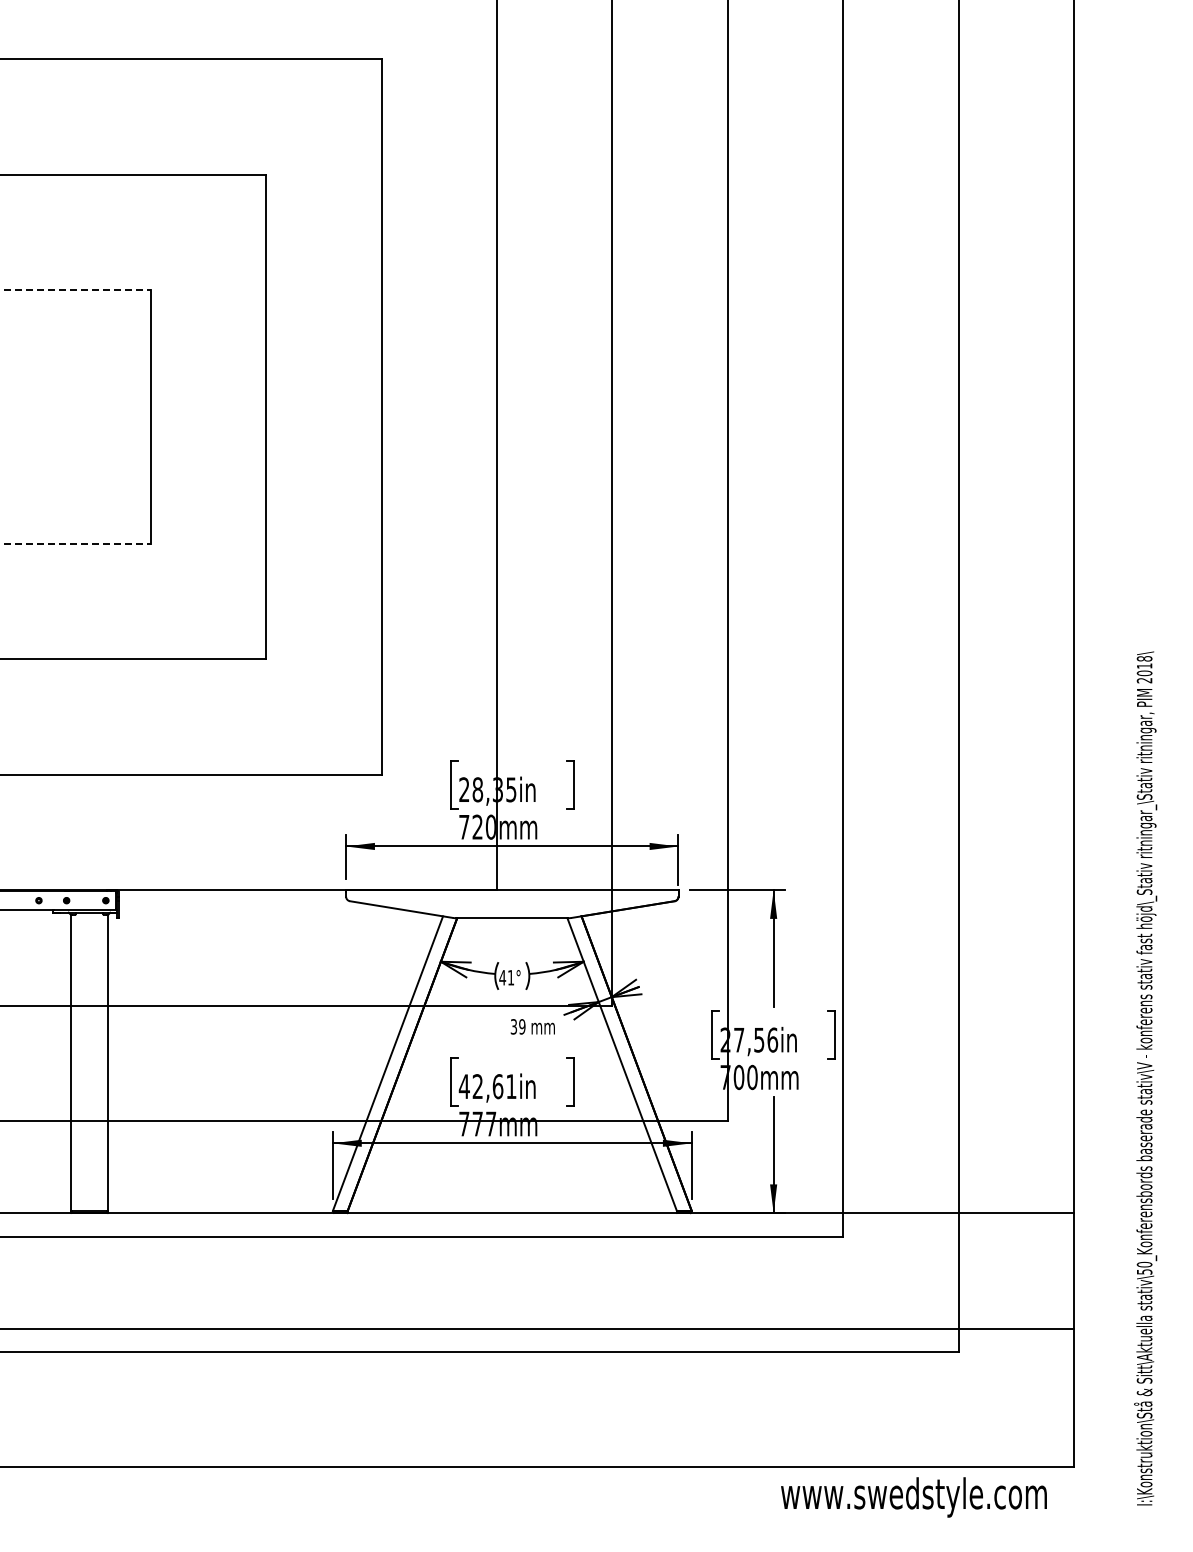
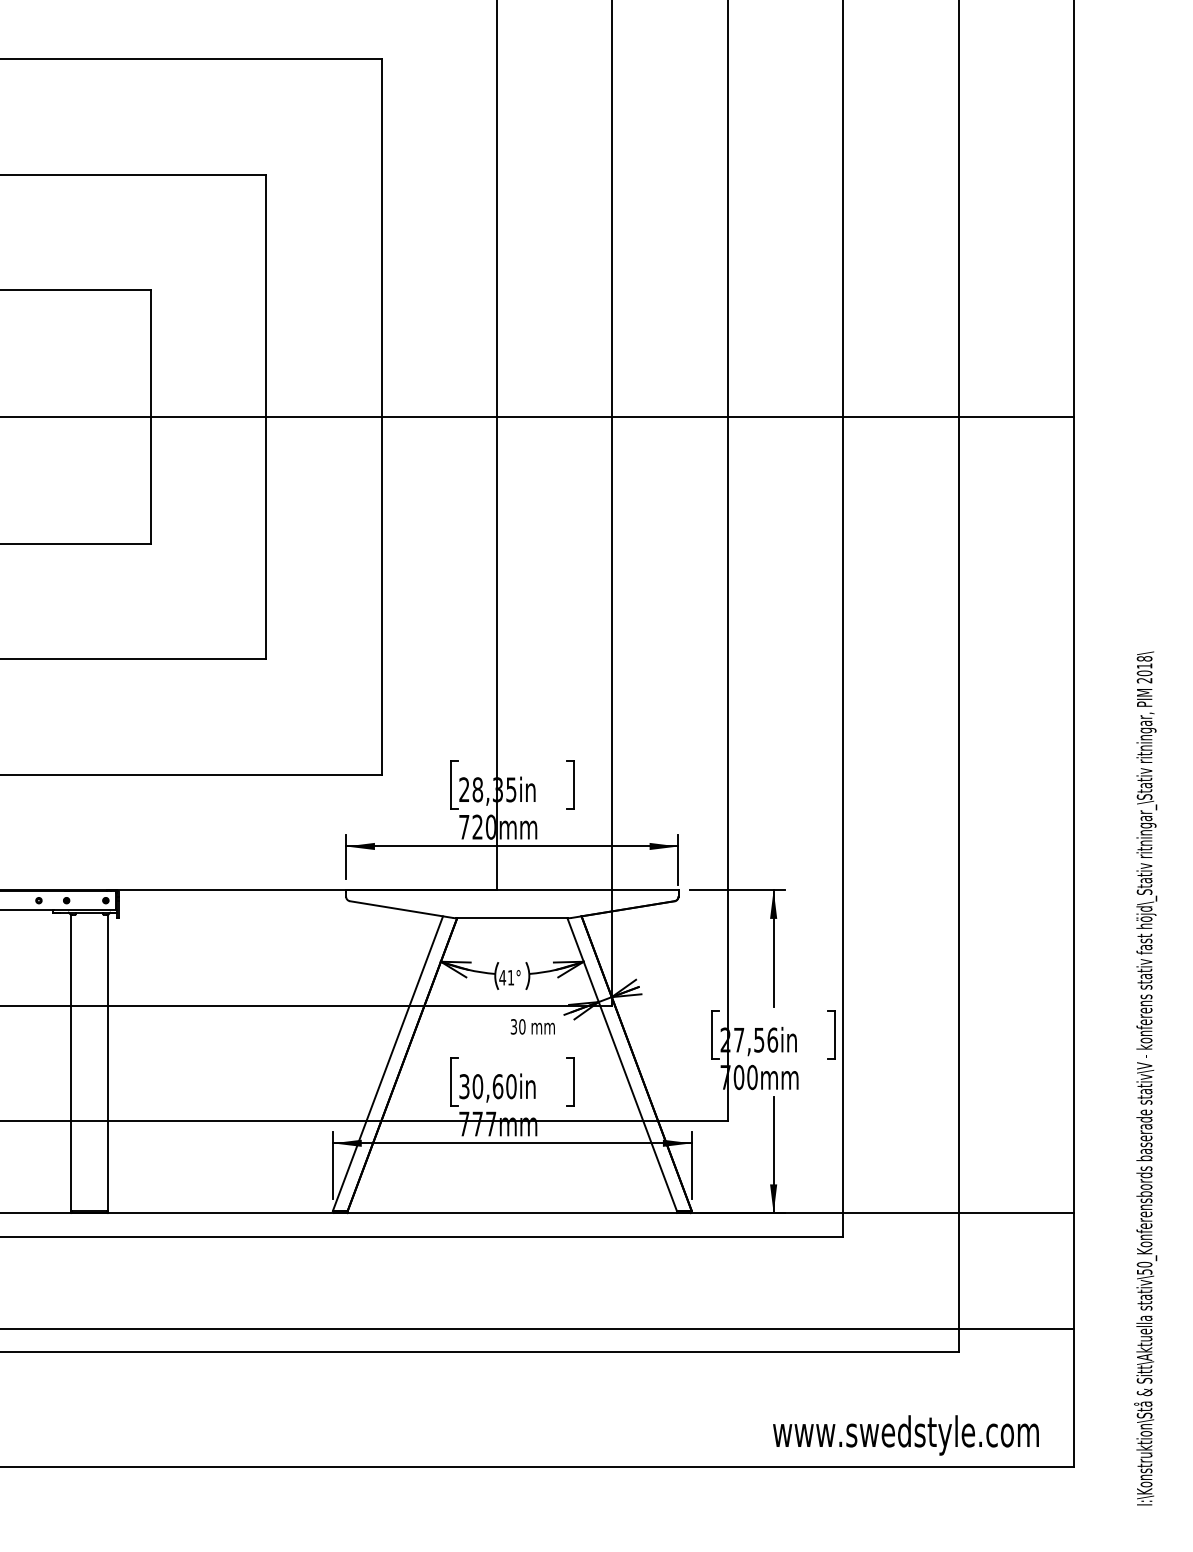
line at (75, 290): dashed -> solid
line at (538, 417): none -> present
line at (75, 544): dashed -> solid
text at (522, 1026): 39 -> 30
text at (487, 1086): 42,61in -> 30,60in
text at (913, 1497) position: (913, 1497) -> (905, 1435)
